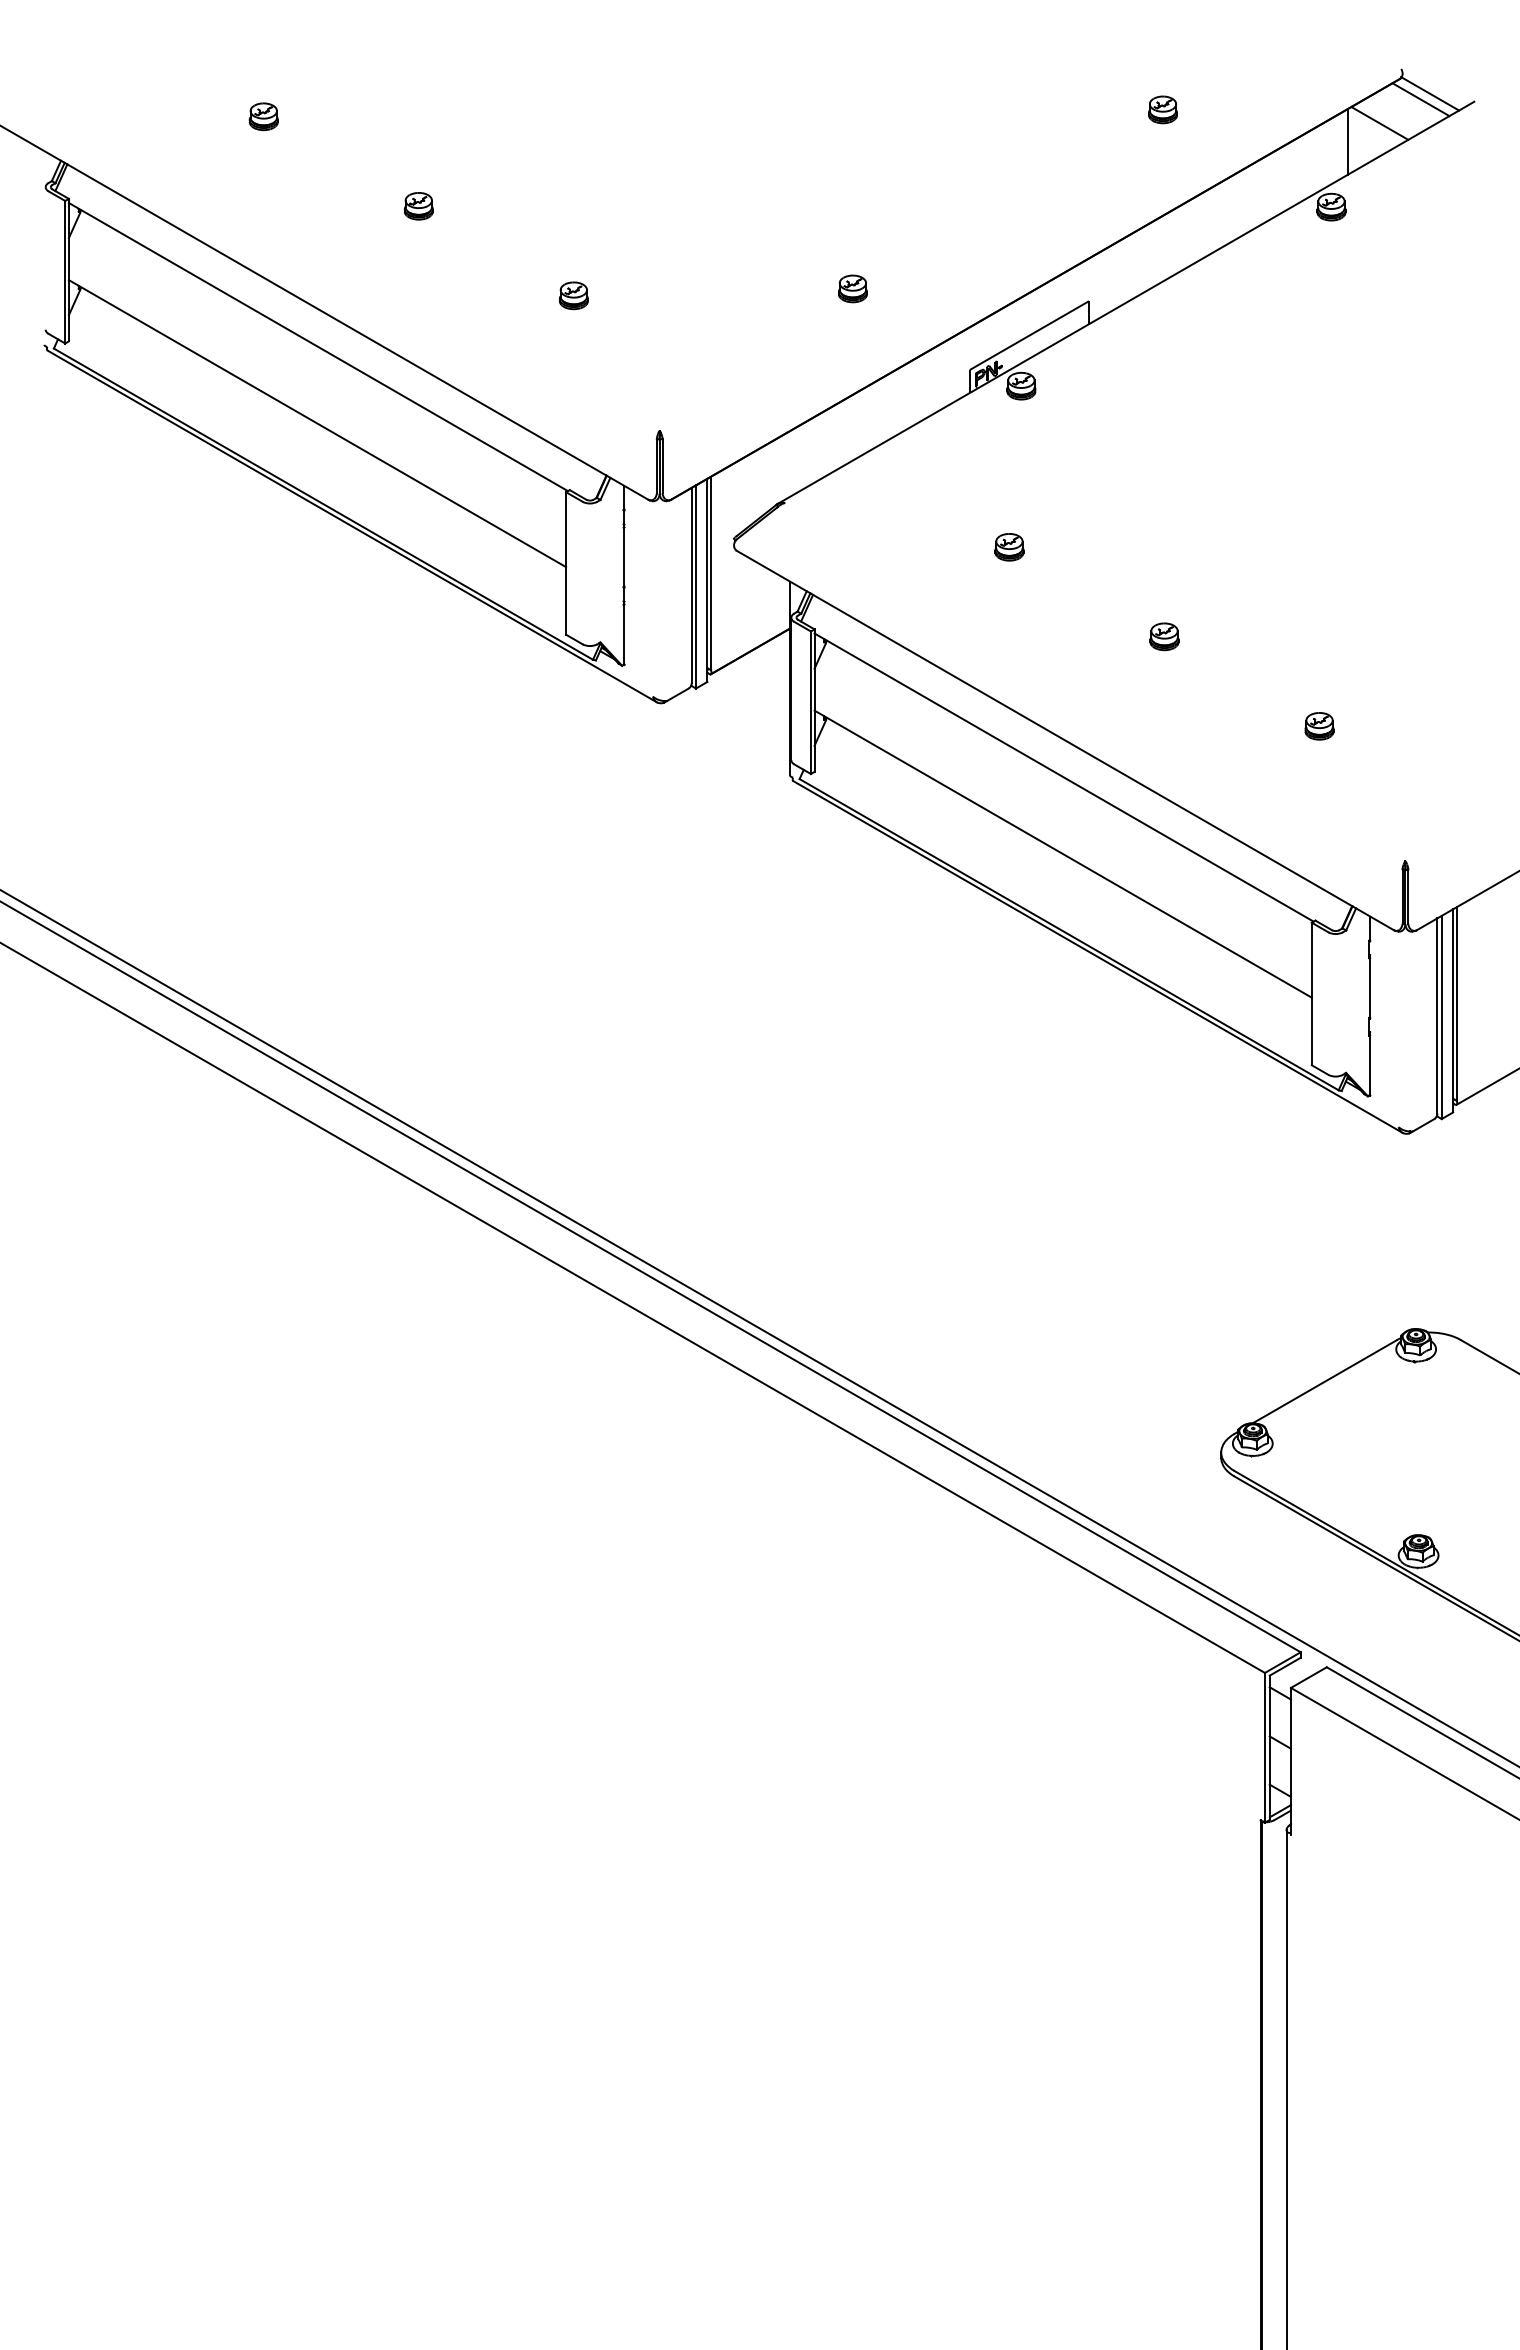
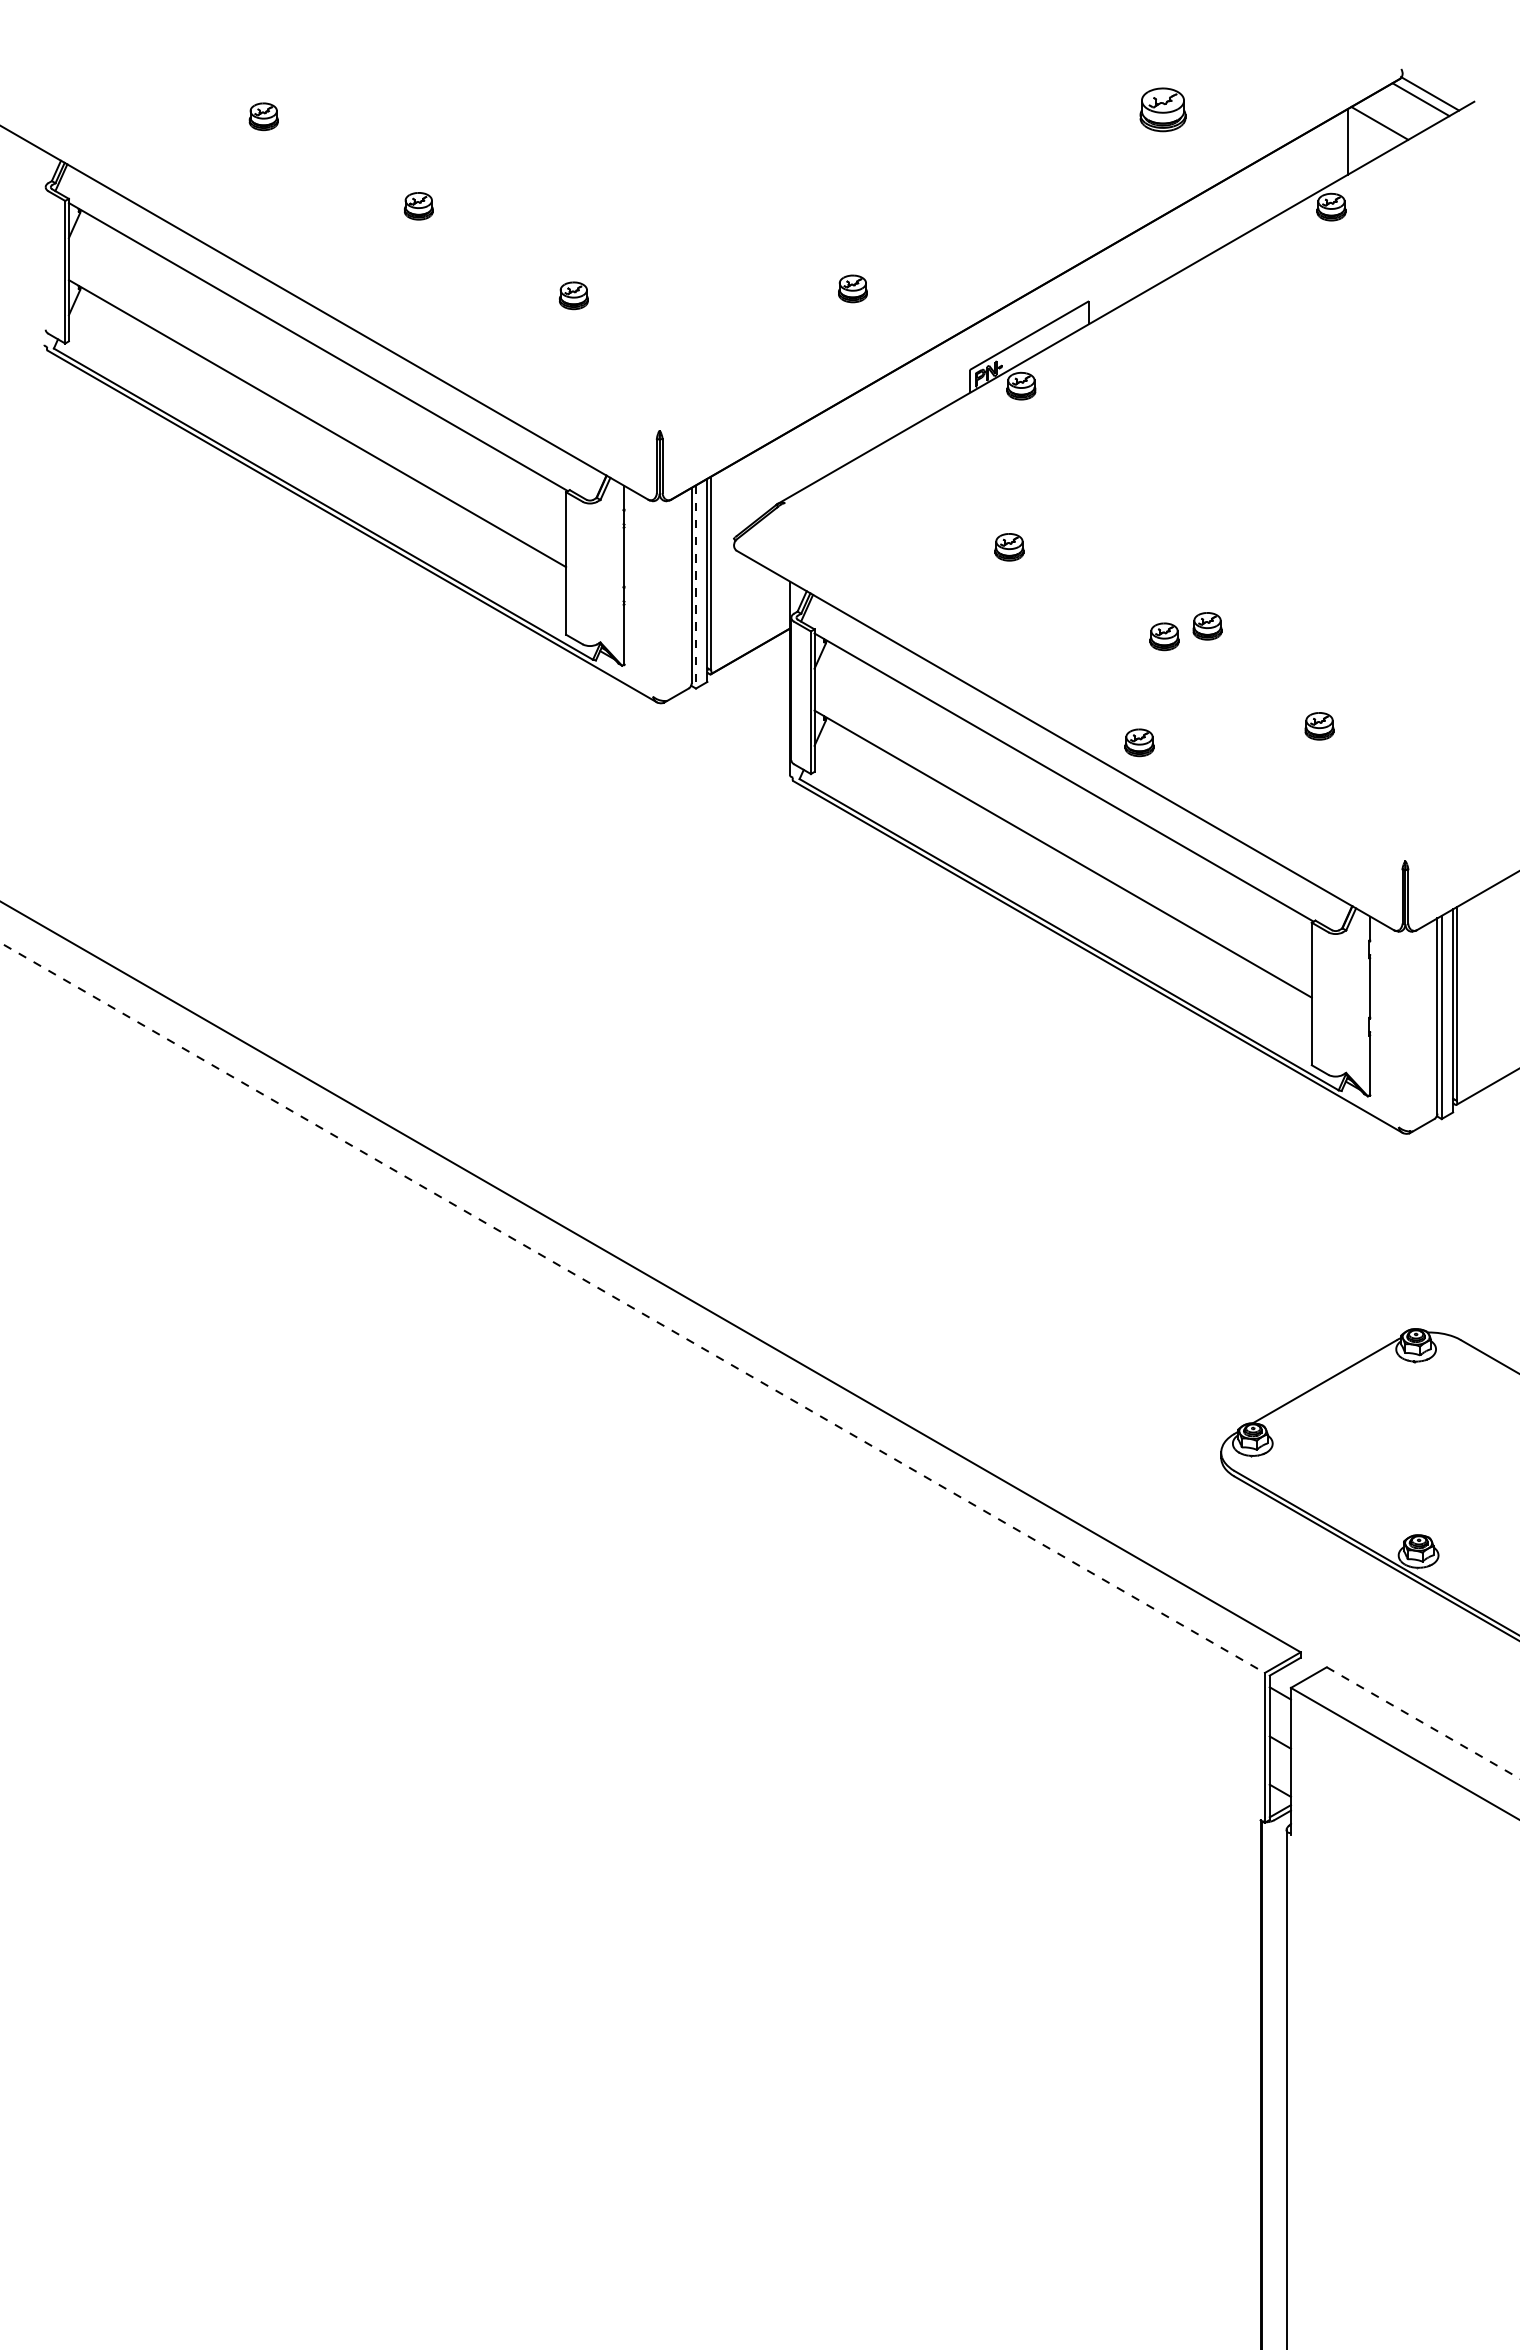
part at (1162, 109) size: 30x30 px -> 48x46 px
line at (696, 586): solid -> dashed
part at (1207, 626): none -> present
part at (1139, 742): none -> present
line at (632, 1307): solid -> dashed
line at (759, 1327): present -> none
line at (1423, 1723): solid -> dashed
